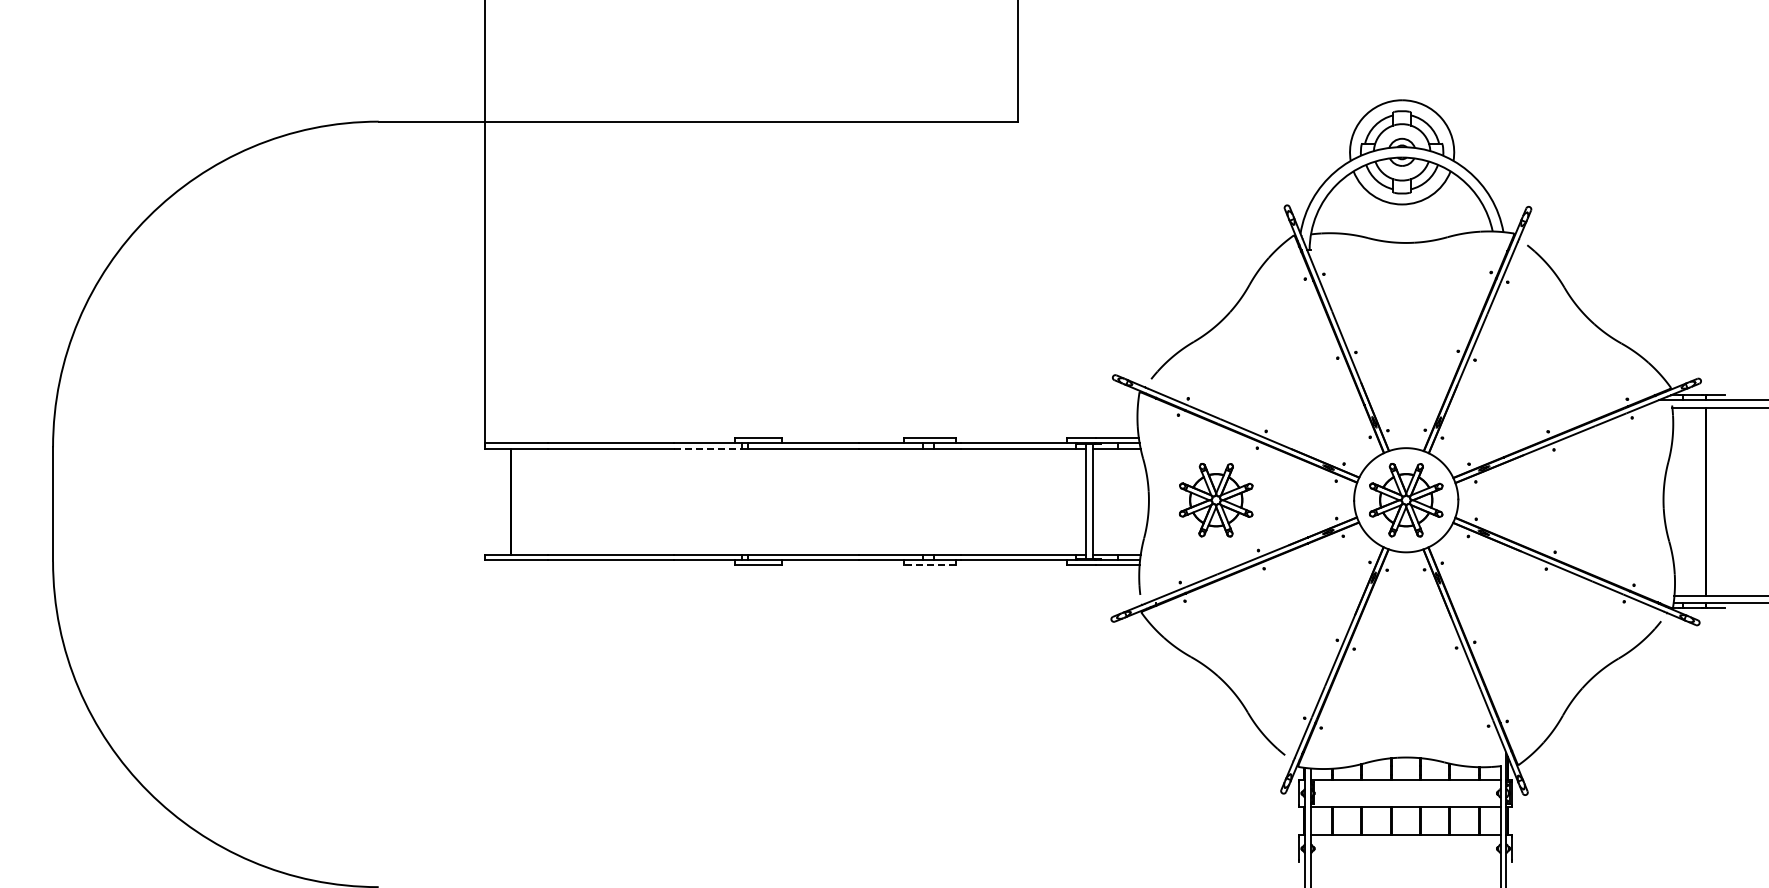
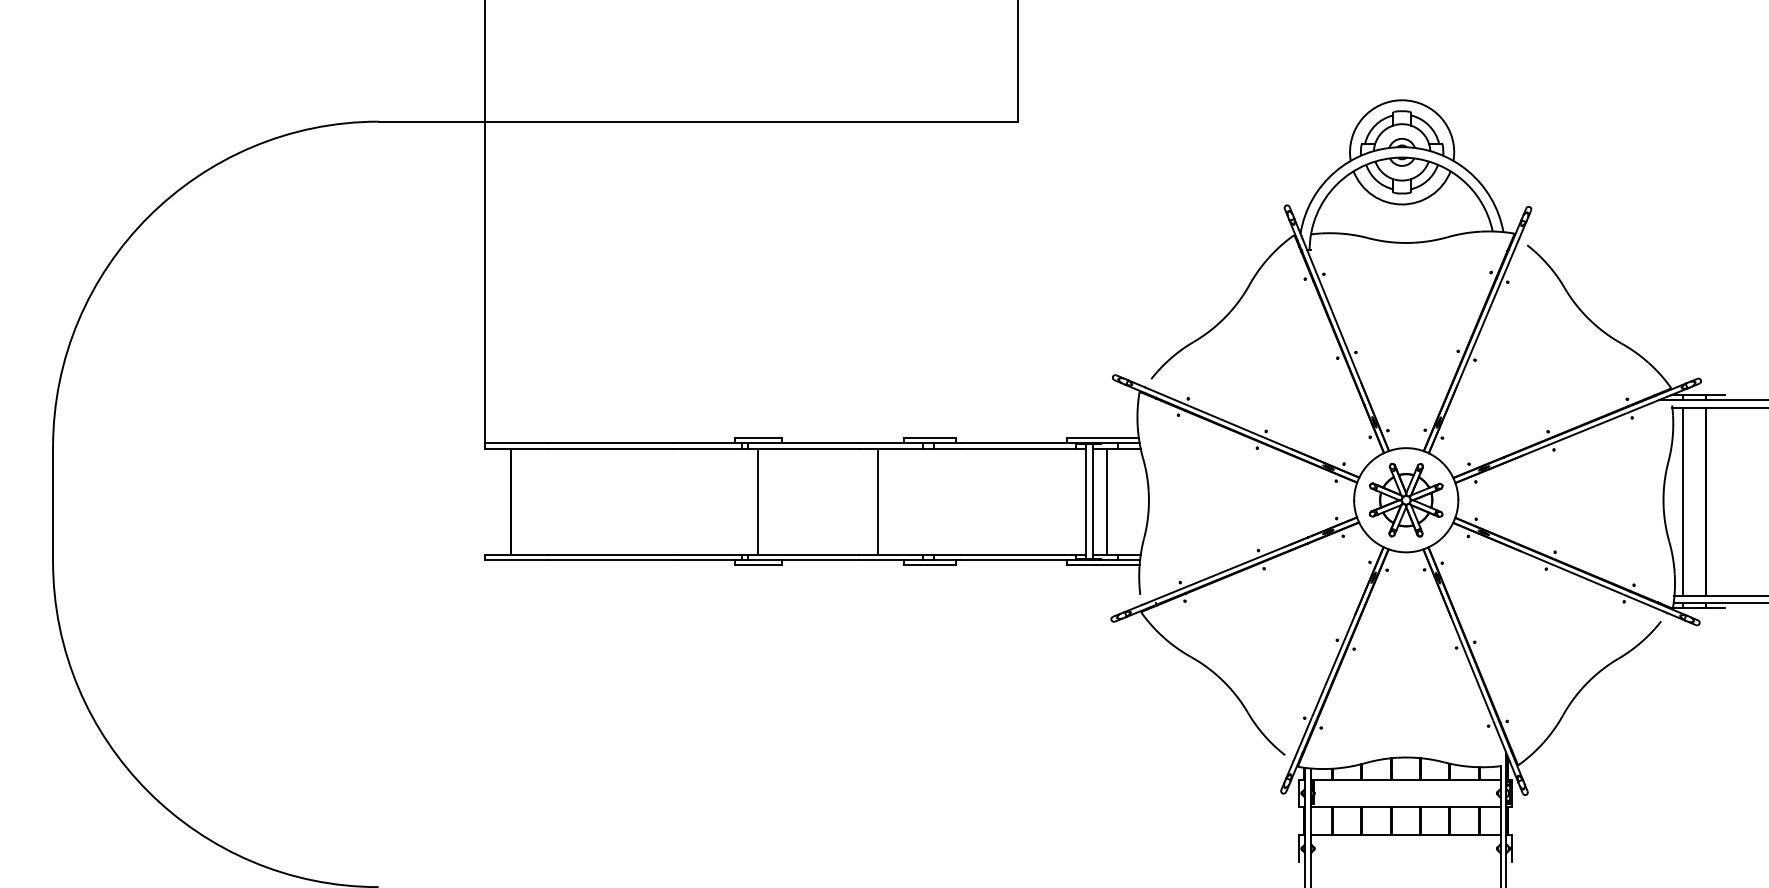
line at (707, 448): dashed -> solid
part at (1216, 500): present -> none
line at (758, 501): none -> present
line at (877, 501): none -> present
line at (1106, 501): none -> present
line at (1682, 501): none -> present
line at (929, 565): dashed -> solid
